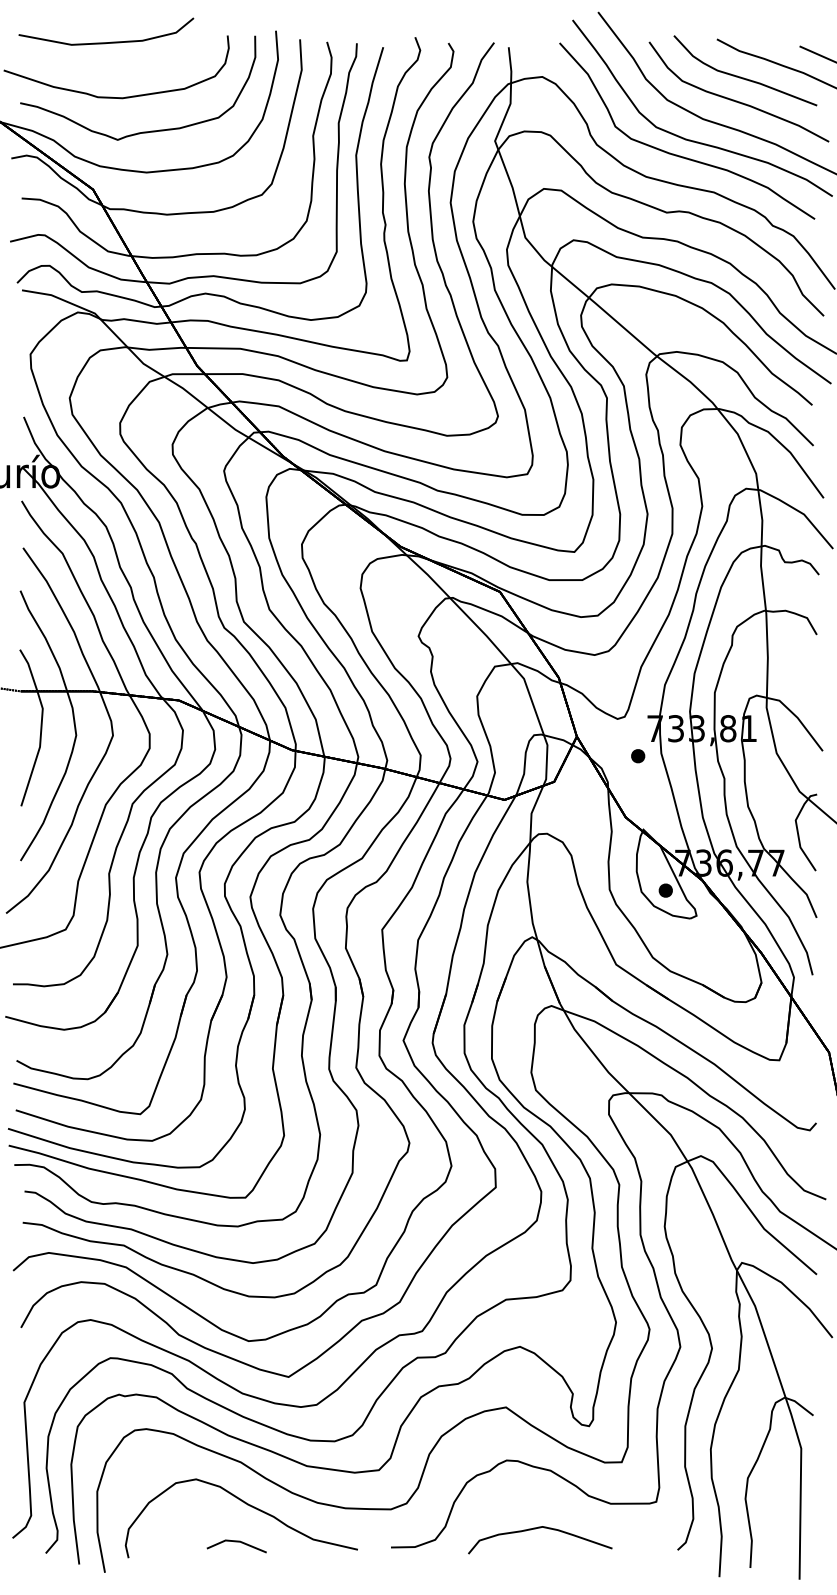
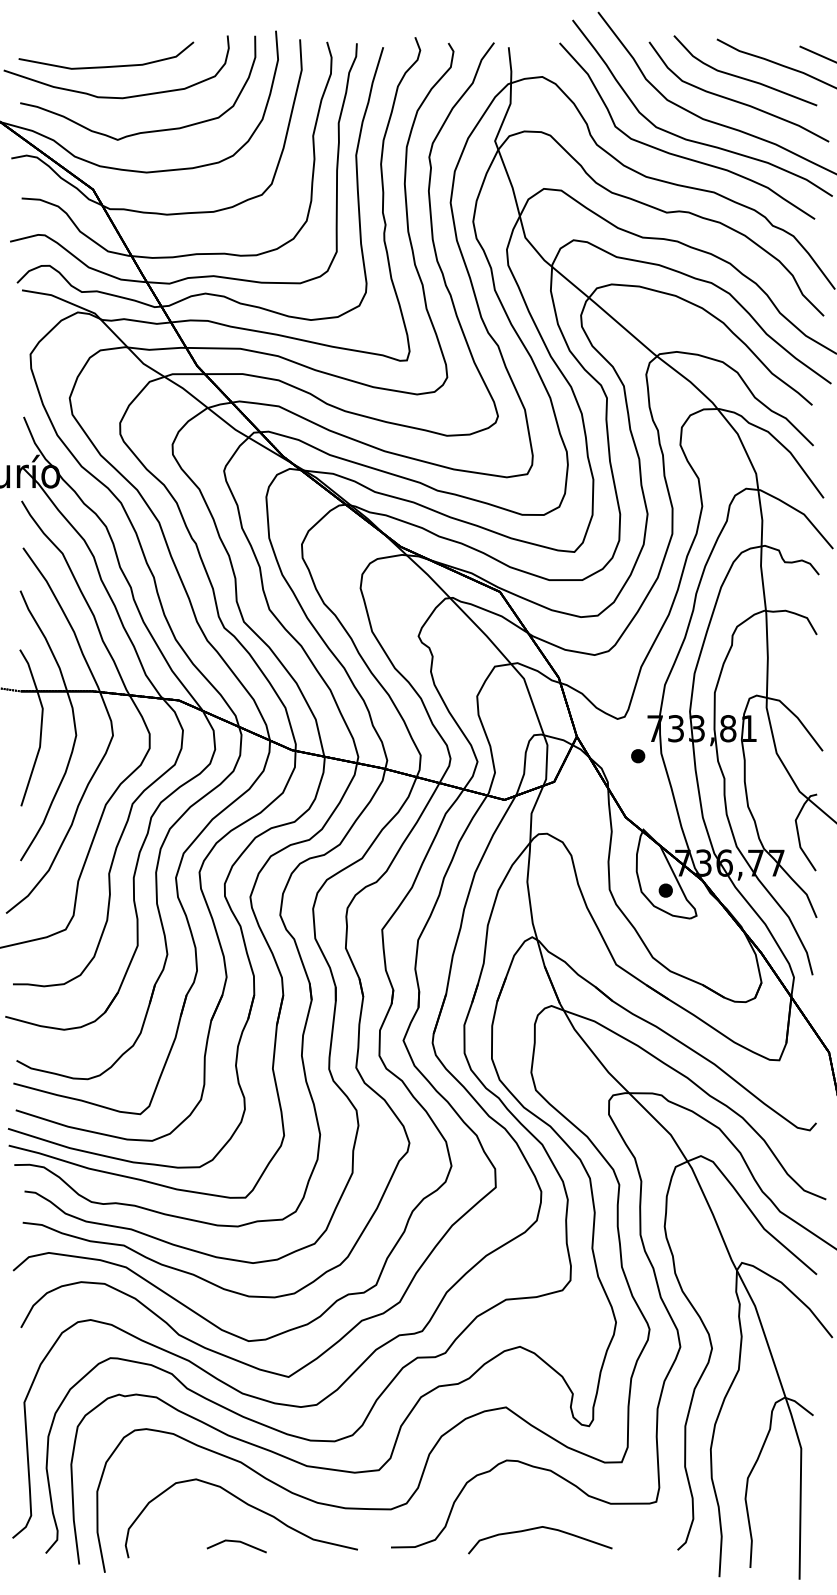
part at (106, 42) position: (106, 42) -> (106, 66)
